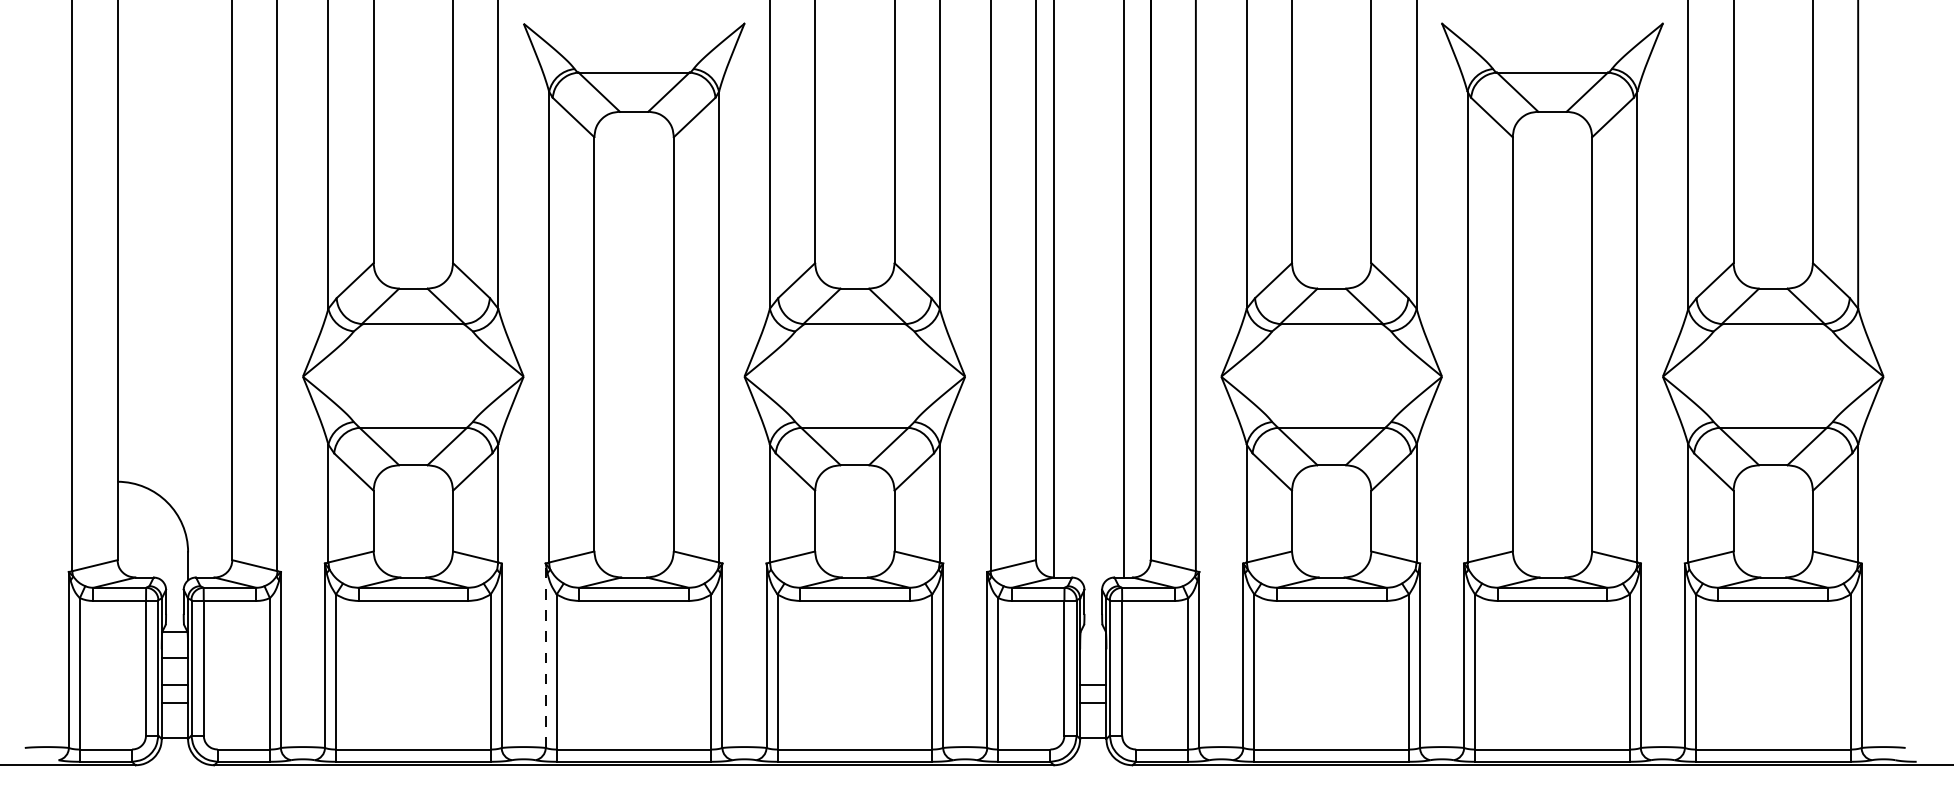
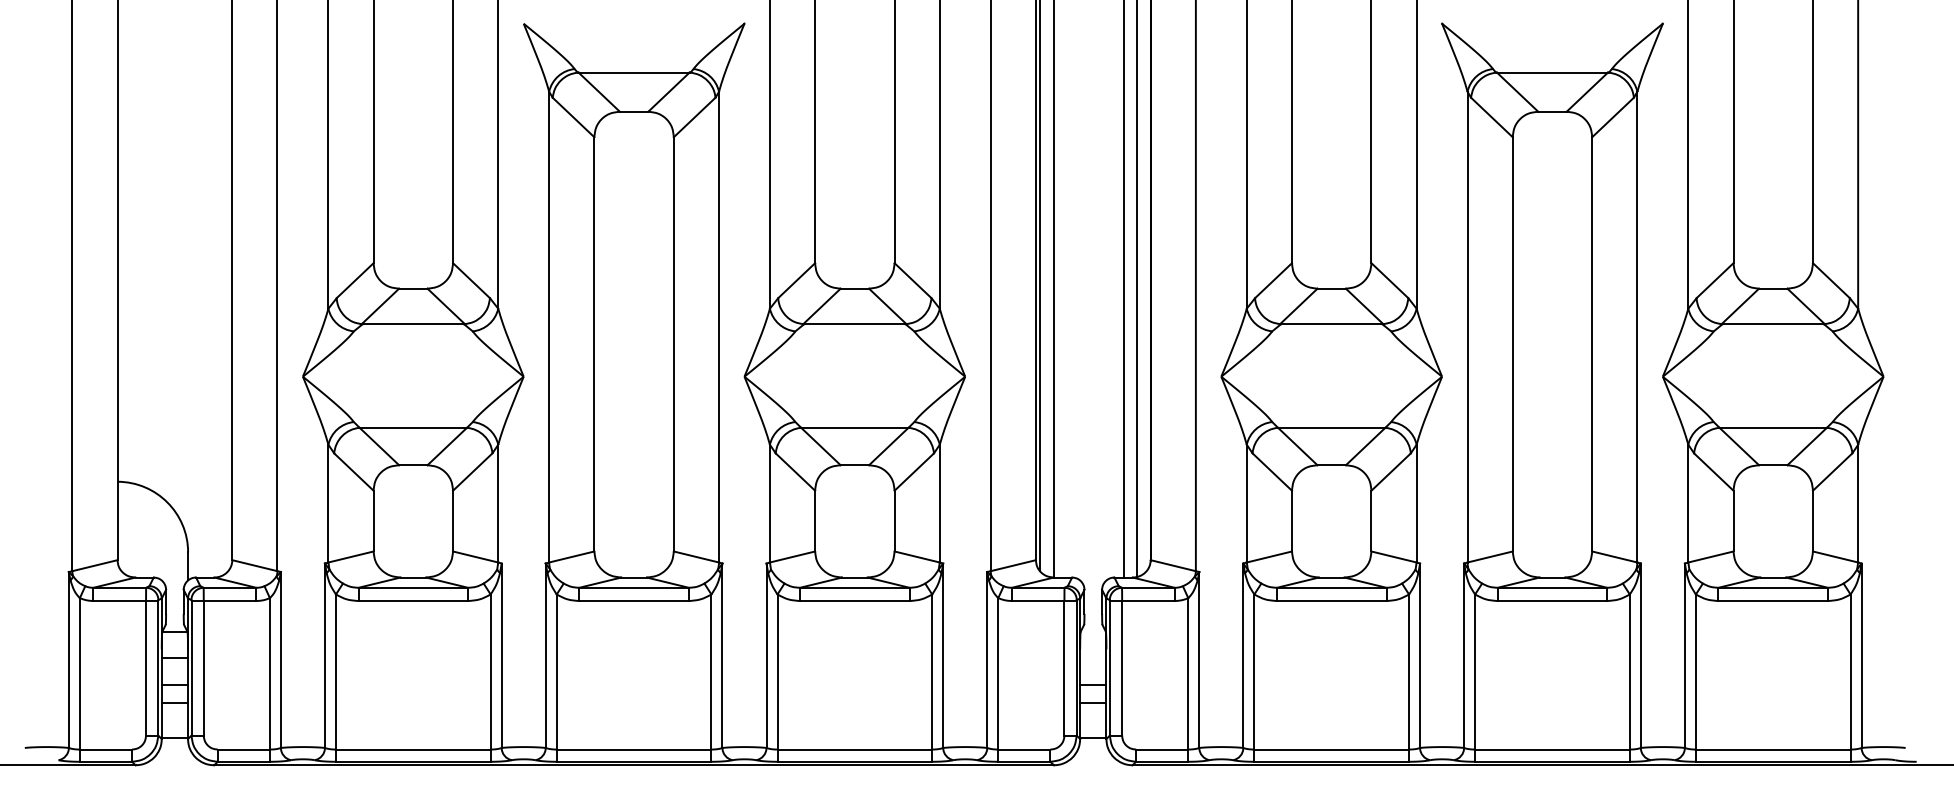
line at (1040, 286): none -> present
line at (1137, 289): none -> present
line at (545, 655): dashed -> solid
